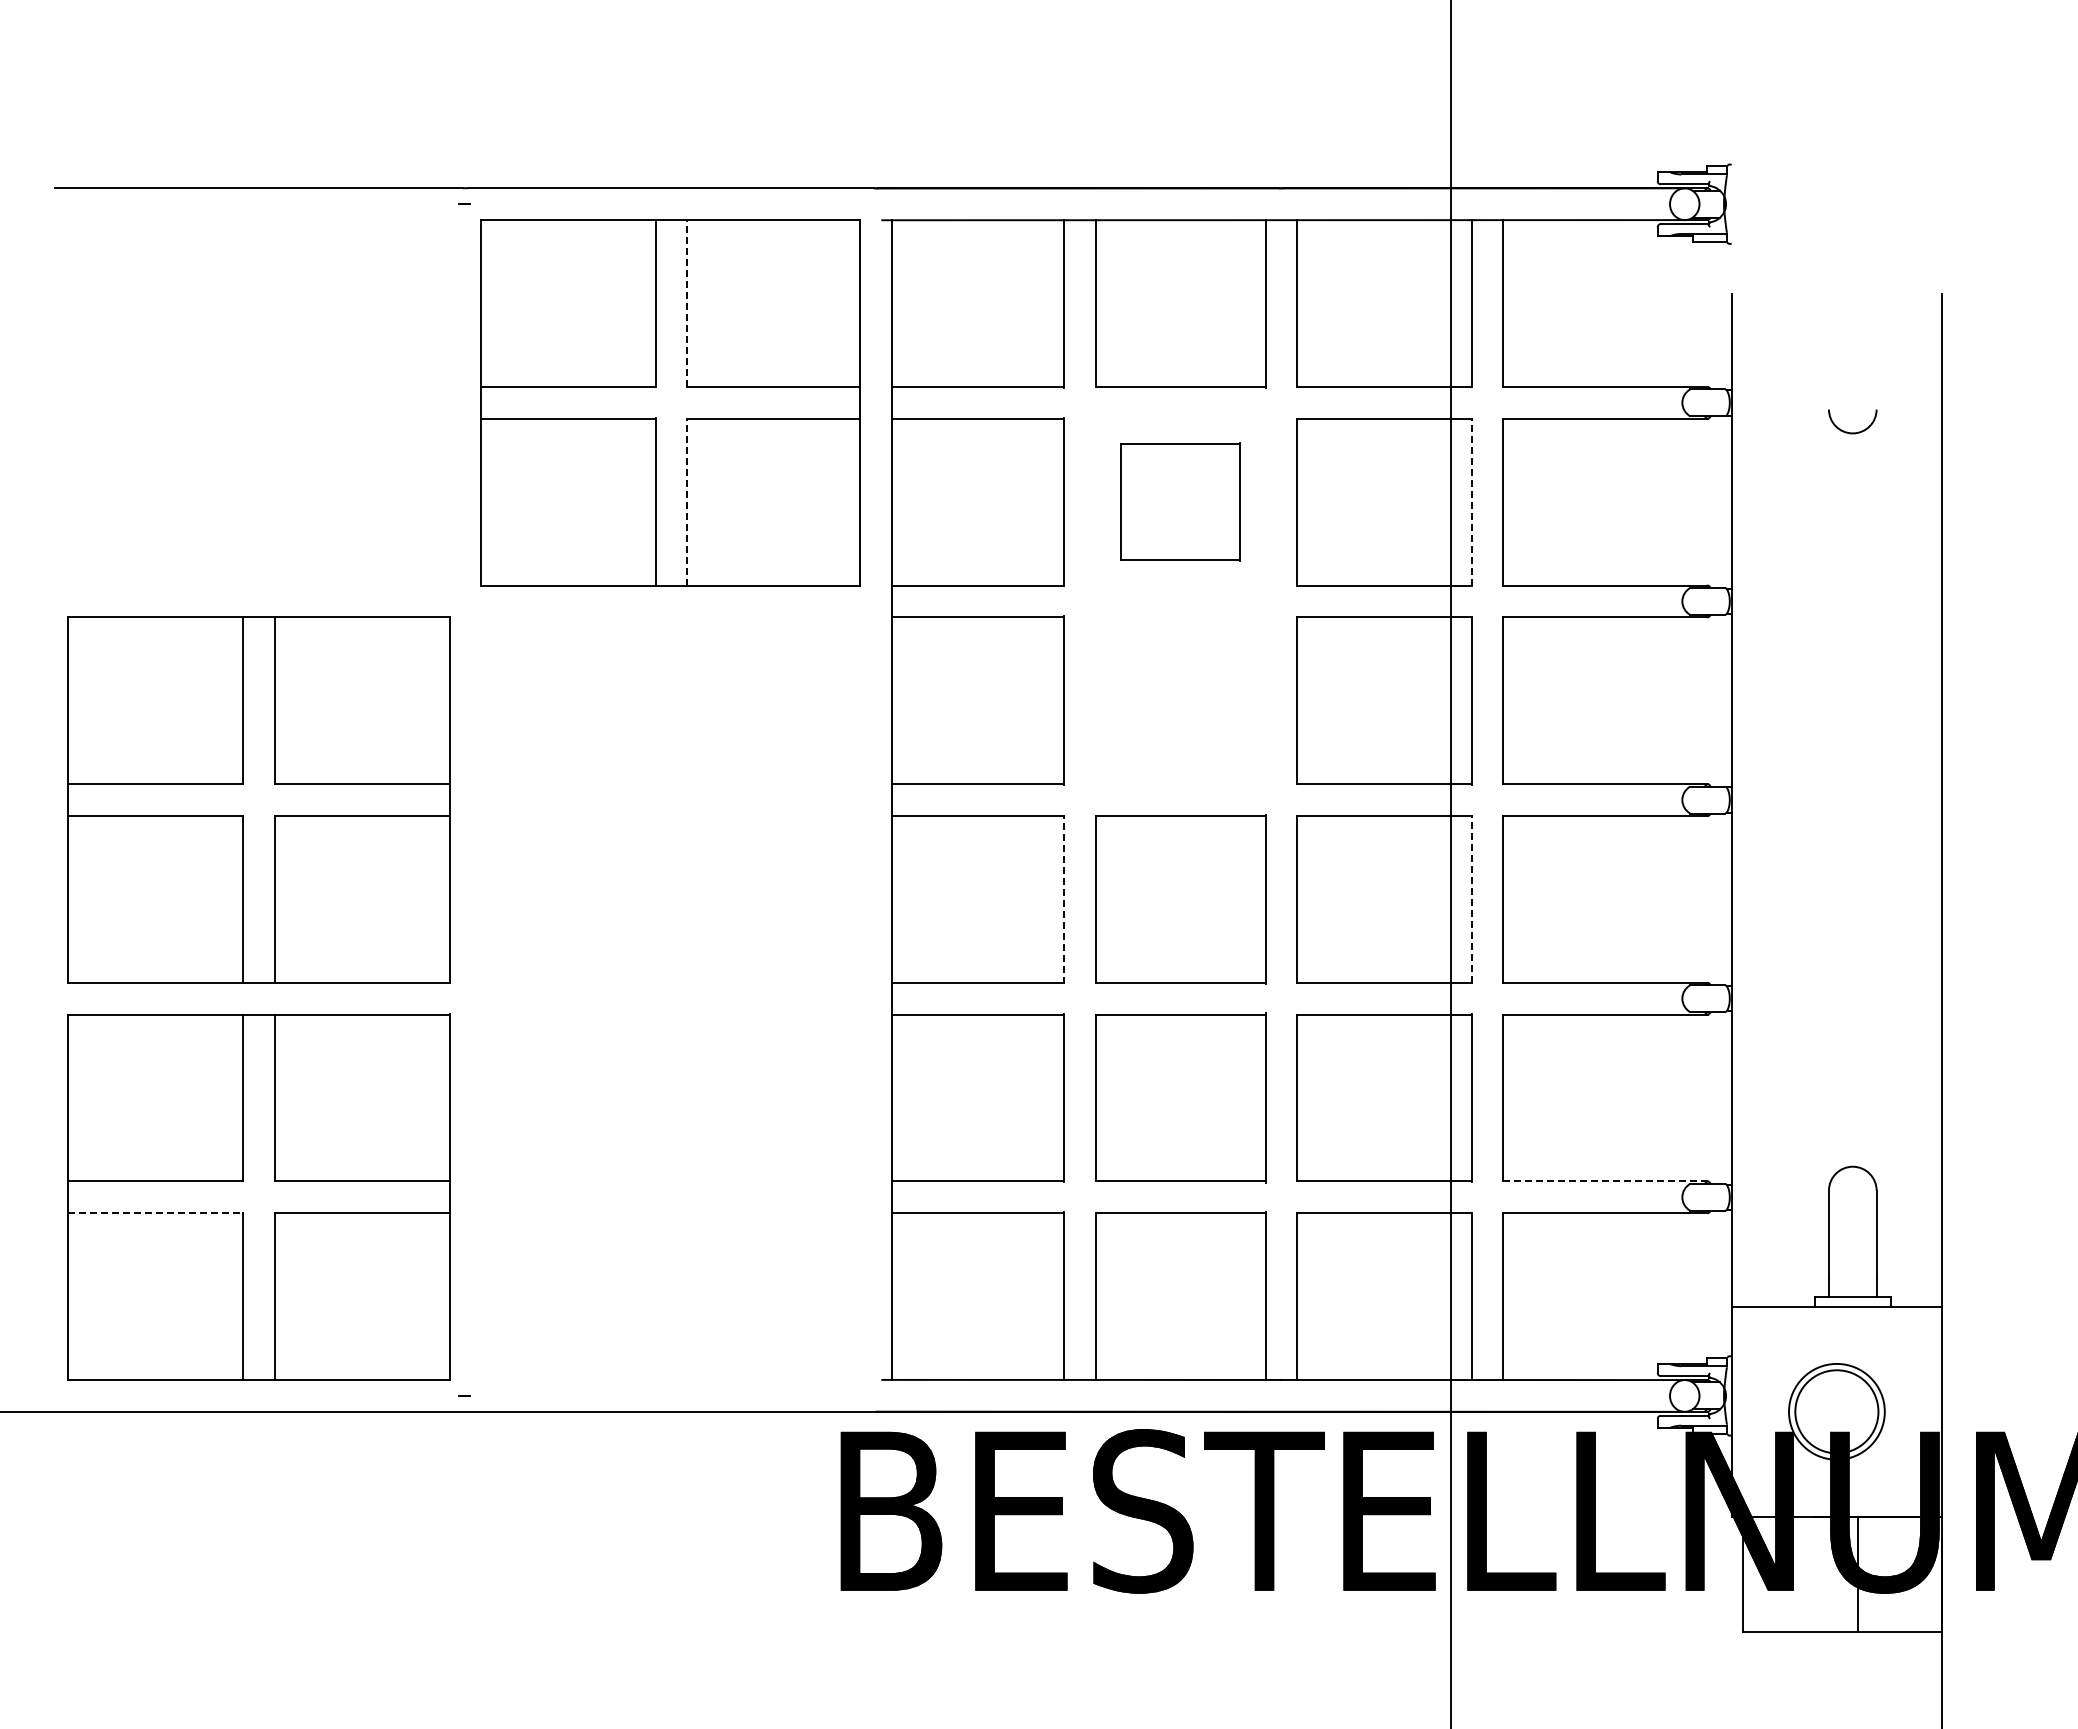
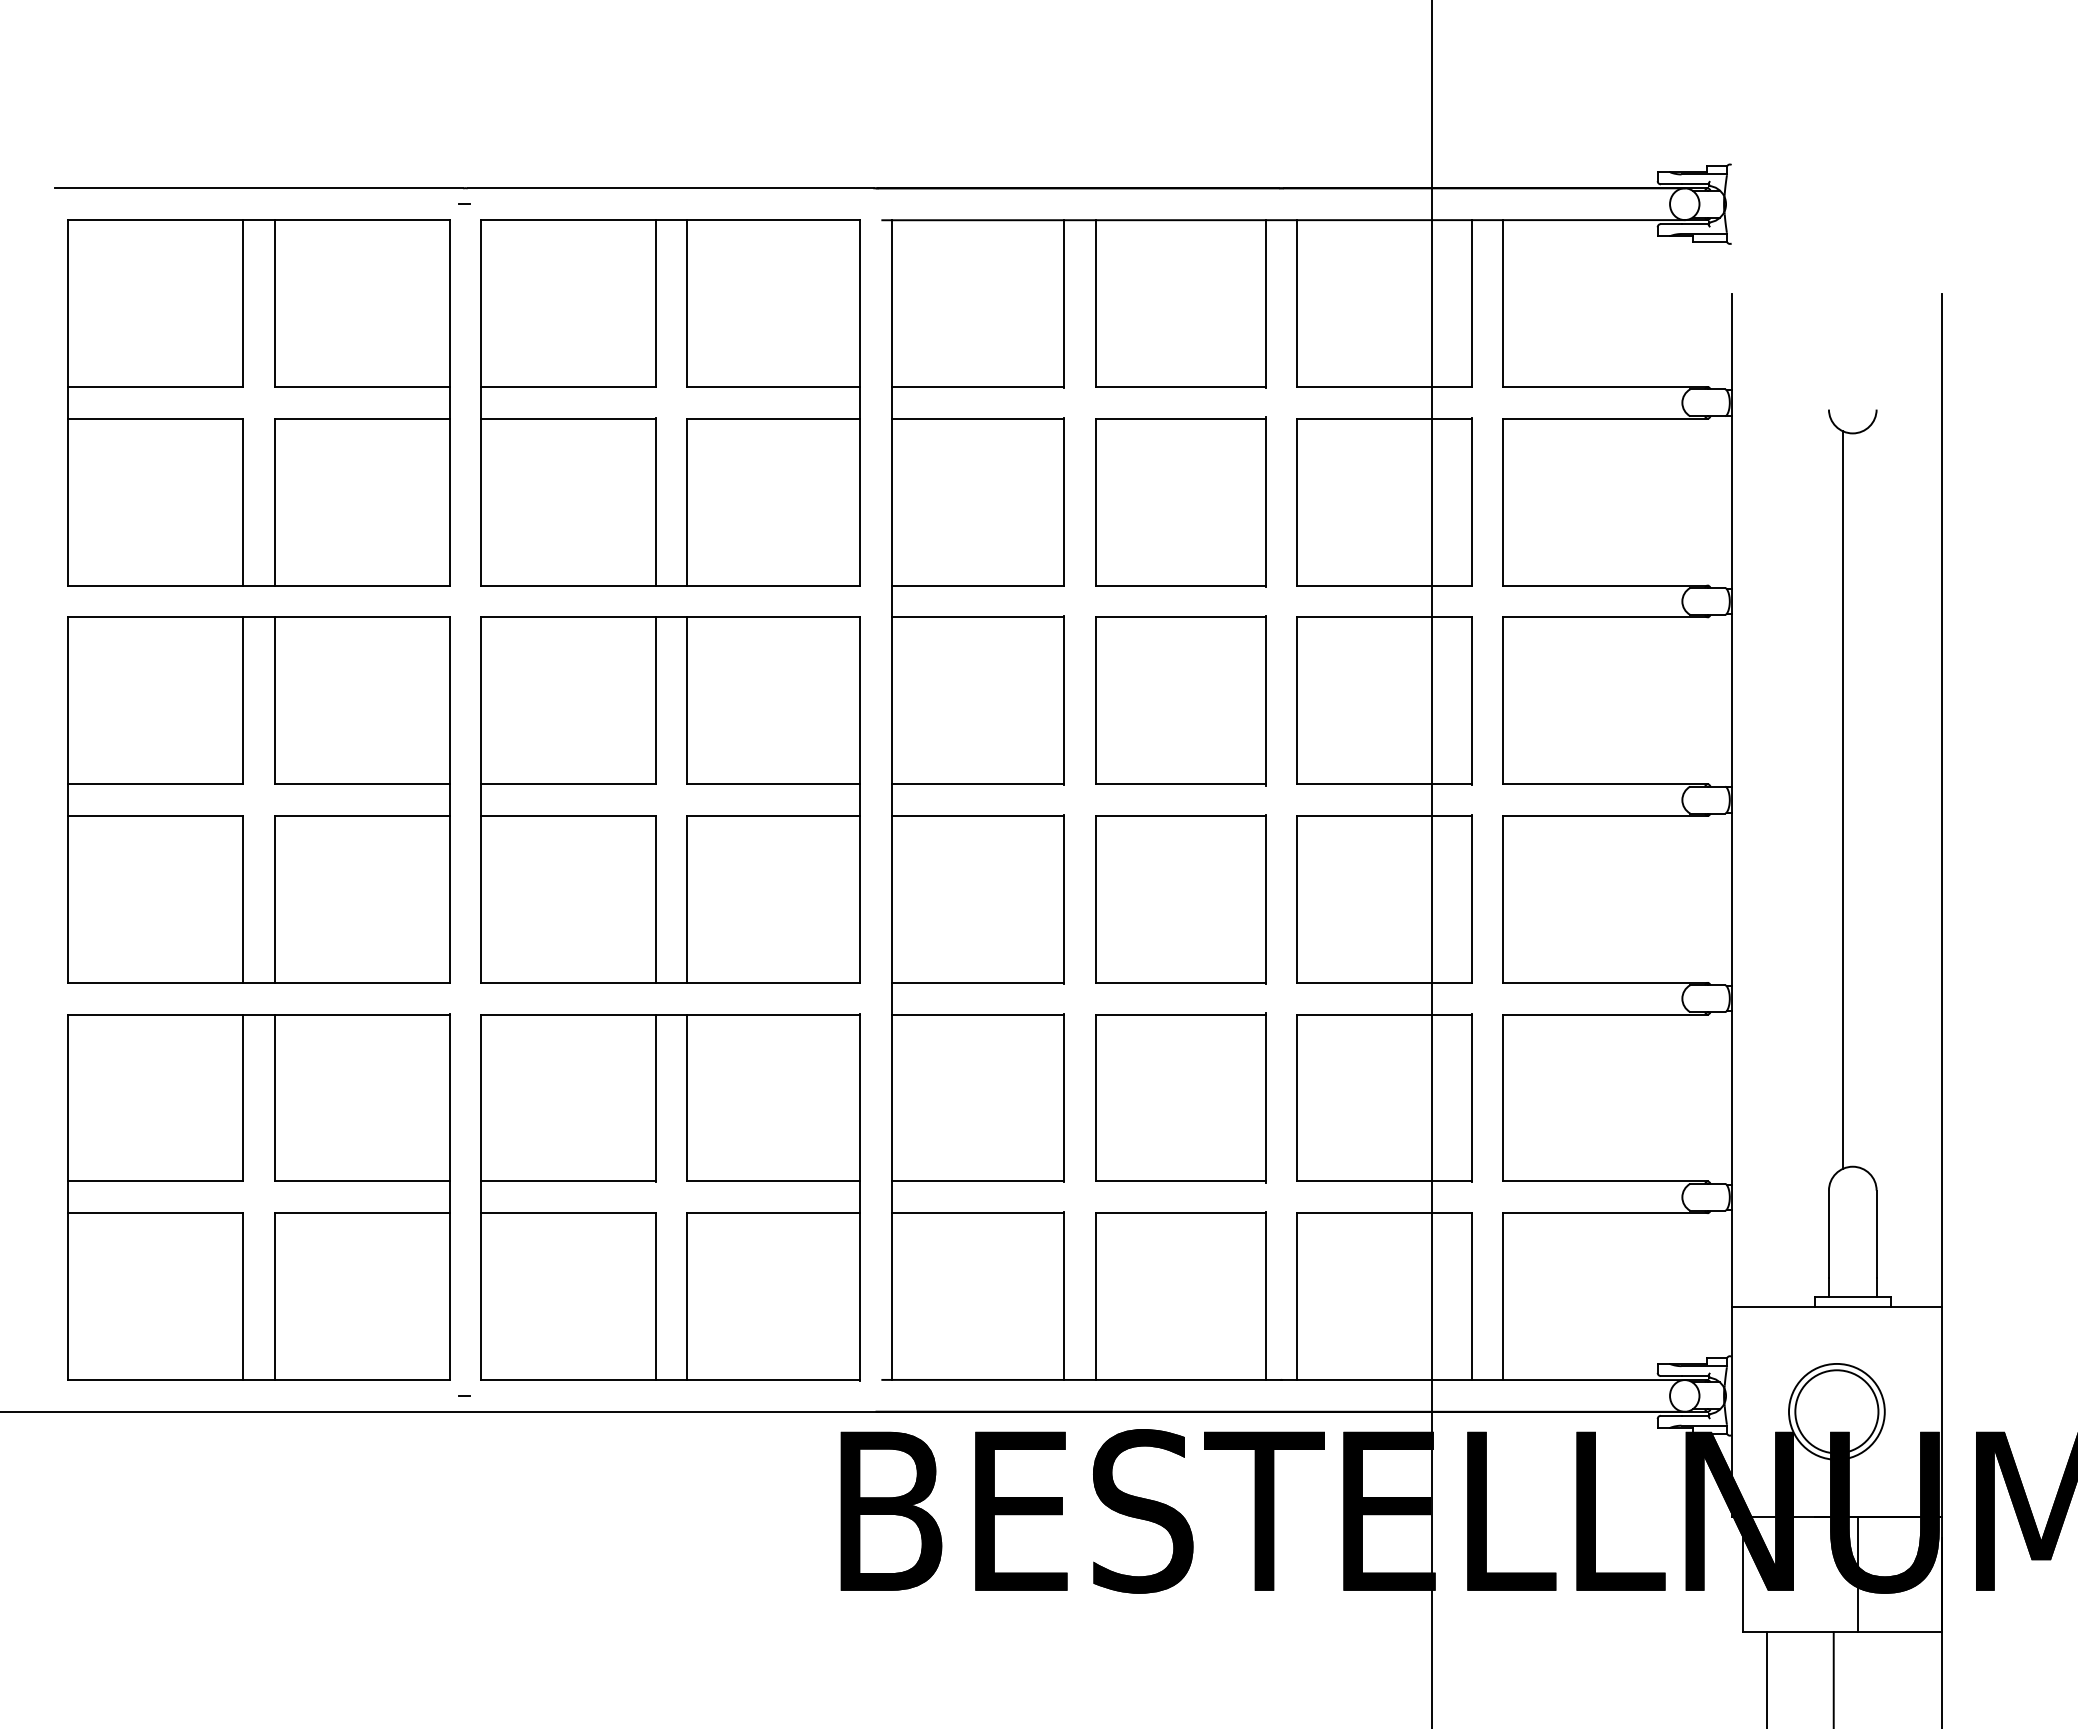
line at (687, 303): dashed -> solid
part at (258, 402): none -> present
line at (687, 501): dashed -> solid
part at (1180, 501) size: 121x120 px -> 172x172 px
line at (1471, 502): dashed -> solid
part at (1180, 700): none -> present
part at (670, 799): none -> present
line at (1842, 799): none -> present
line at (1450, 863) position: (1450, 863) -> (1431, 863)
line at (1063, 898): dashed -> solid
line at (1471, 899): dashed -> solid
line at (1605, 1181): dashed -> solid
part at (670, 1197): none -> present
line at (156, 1213): dashed -> solid
line at (1766, 1678): none -> present
line at (1833, 1678): none -> present
